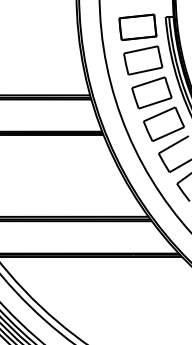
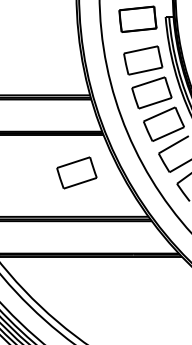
part at (137, 26) position: (137, 26) -> (137, 18)
part at (76, 172): none -> present
